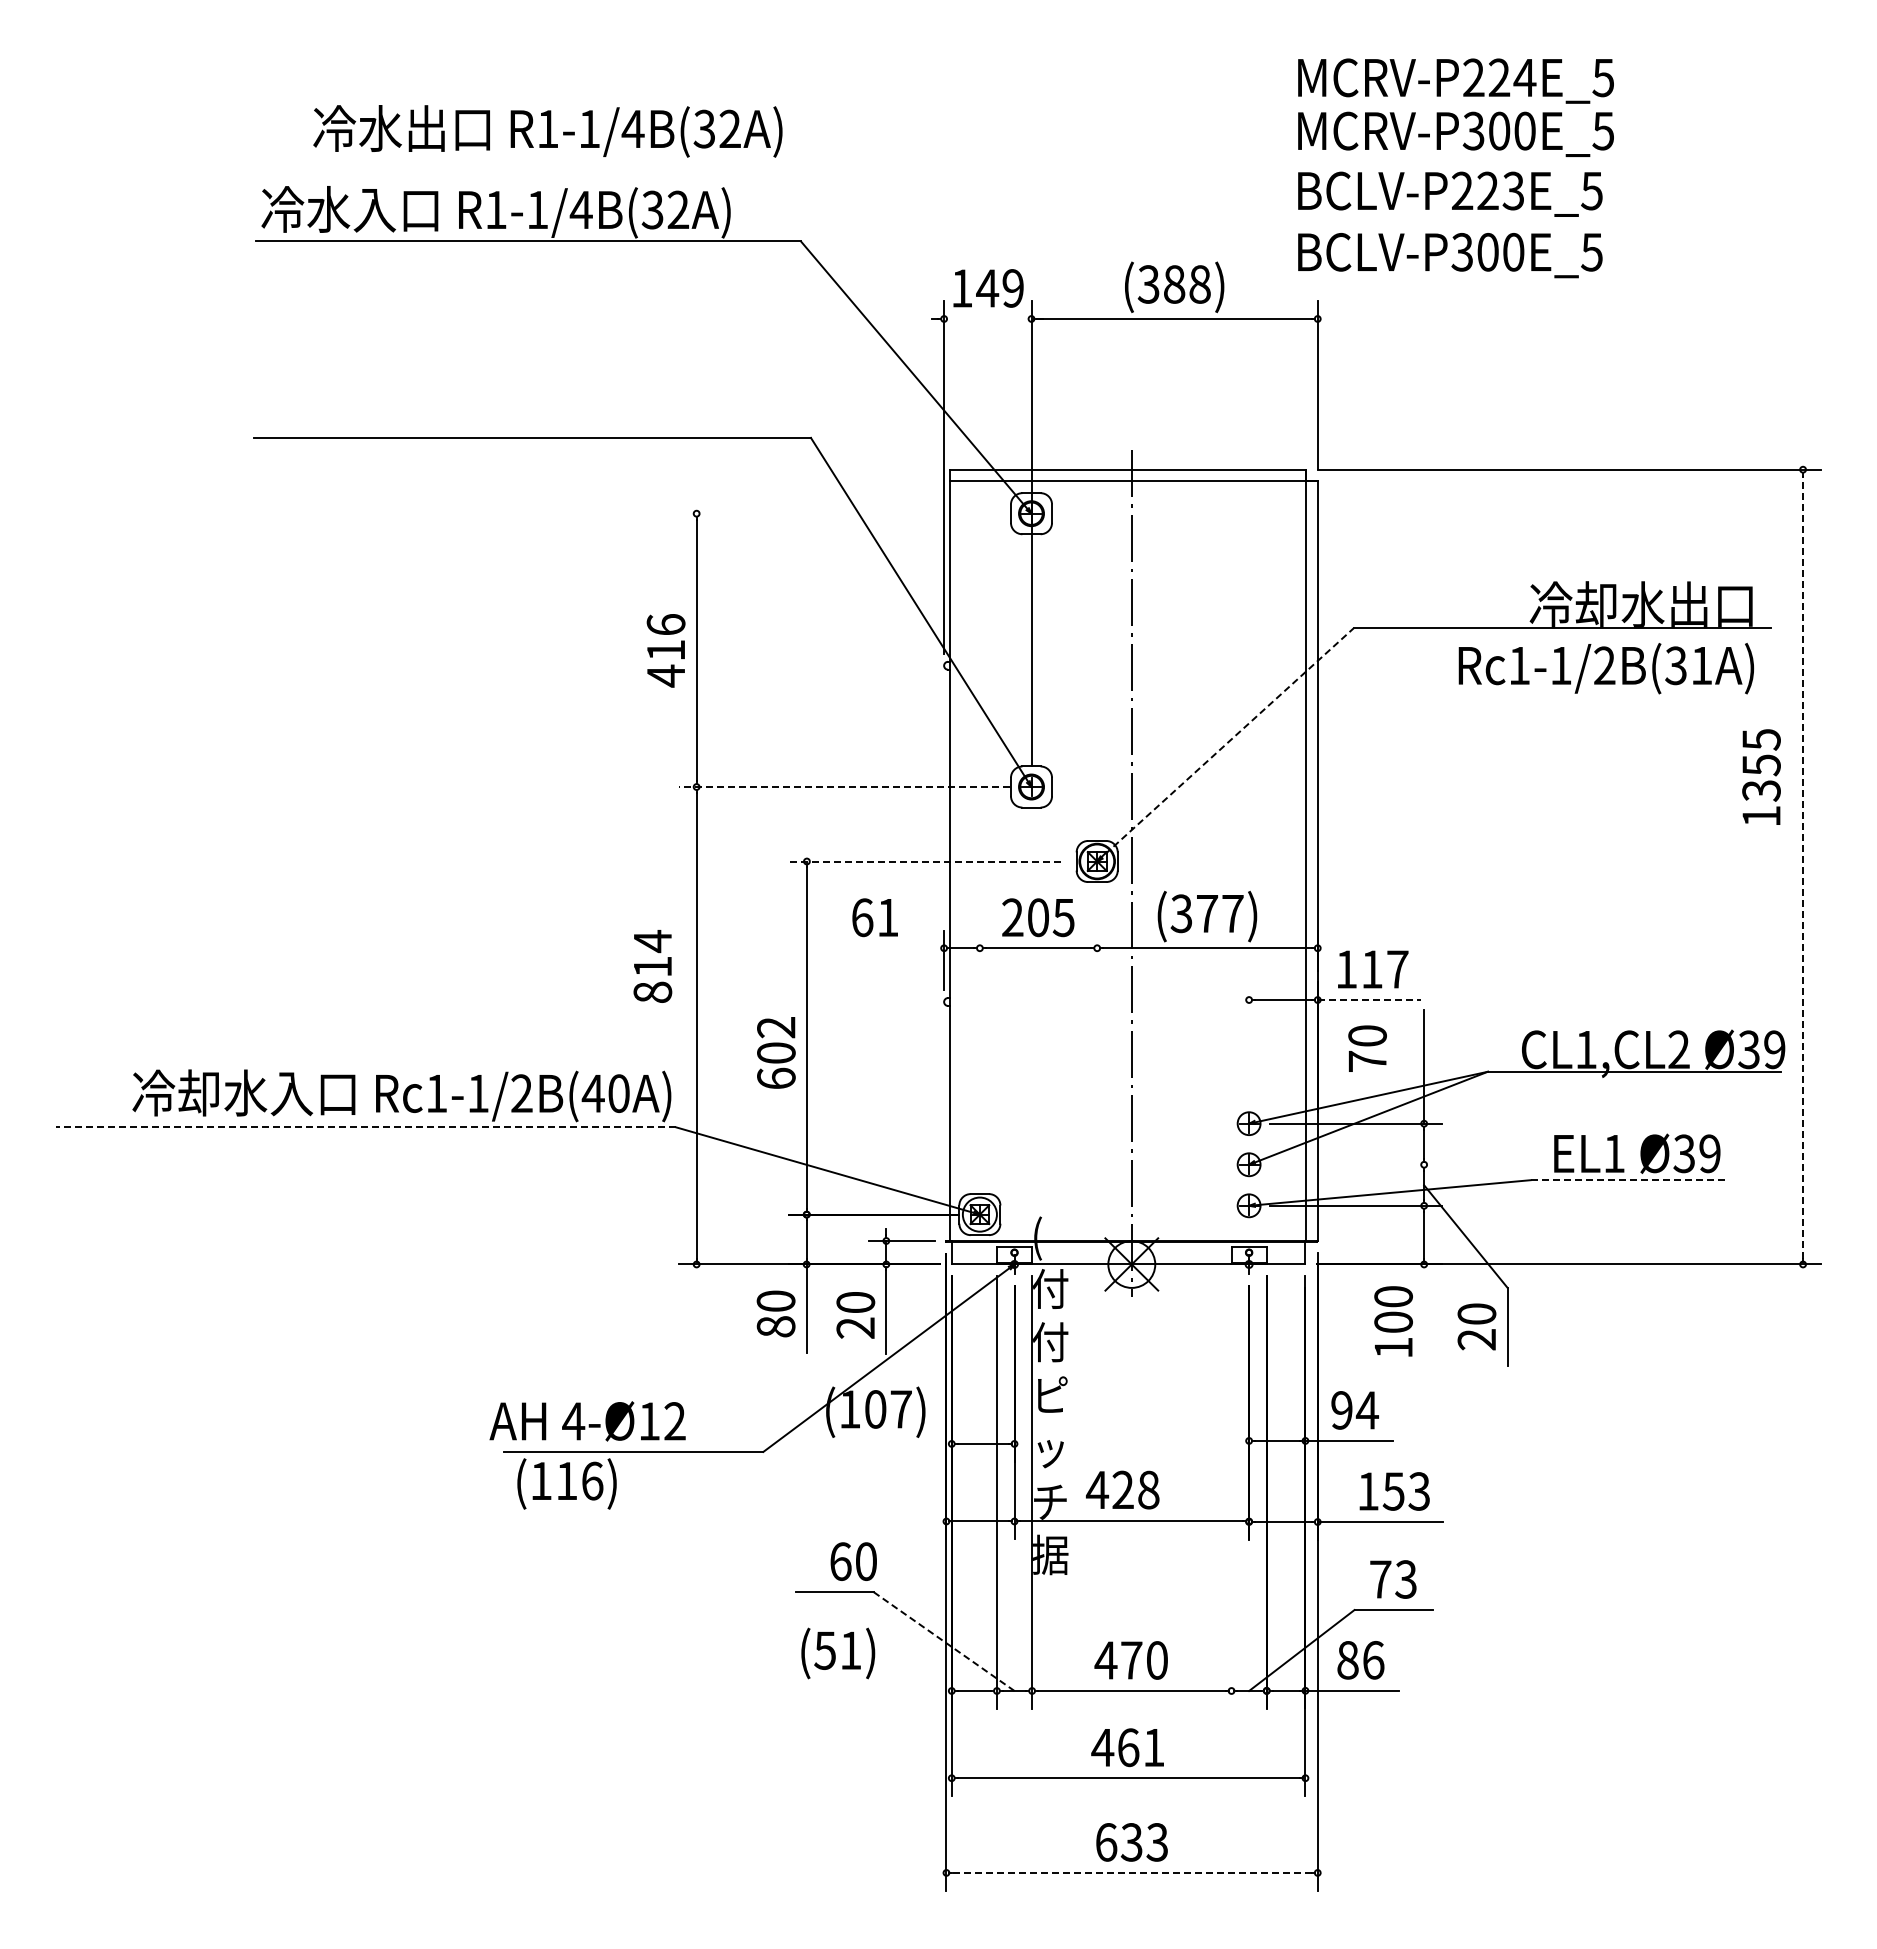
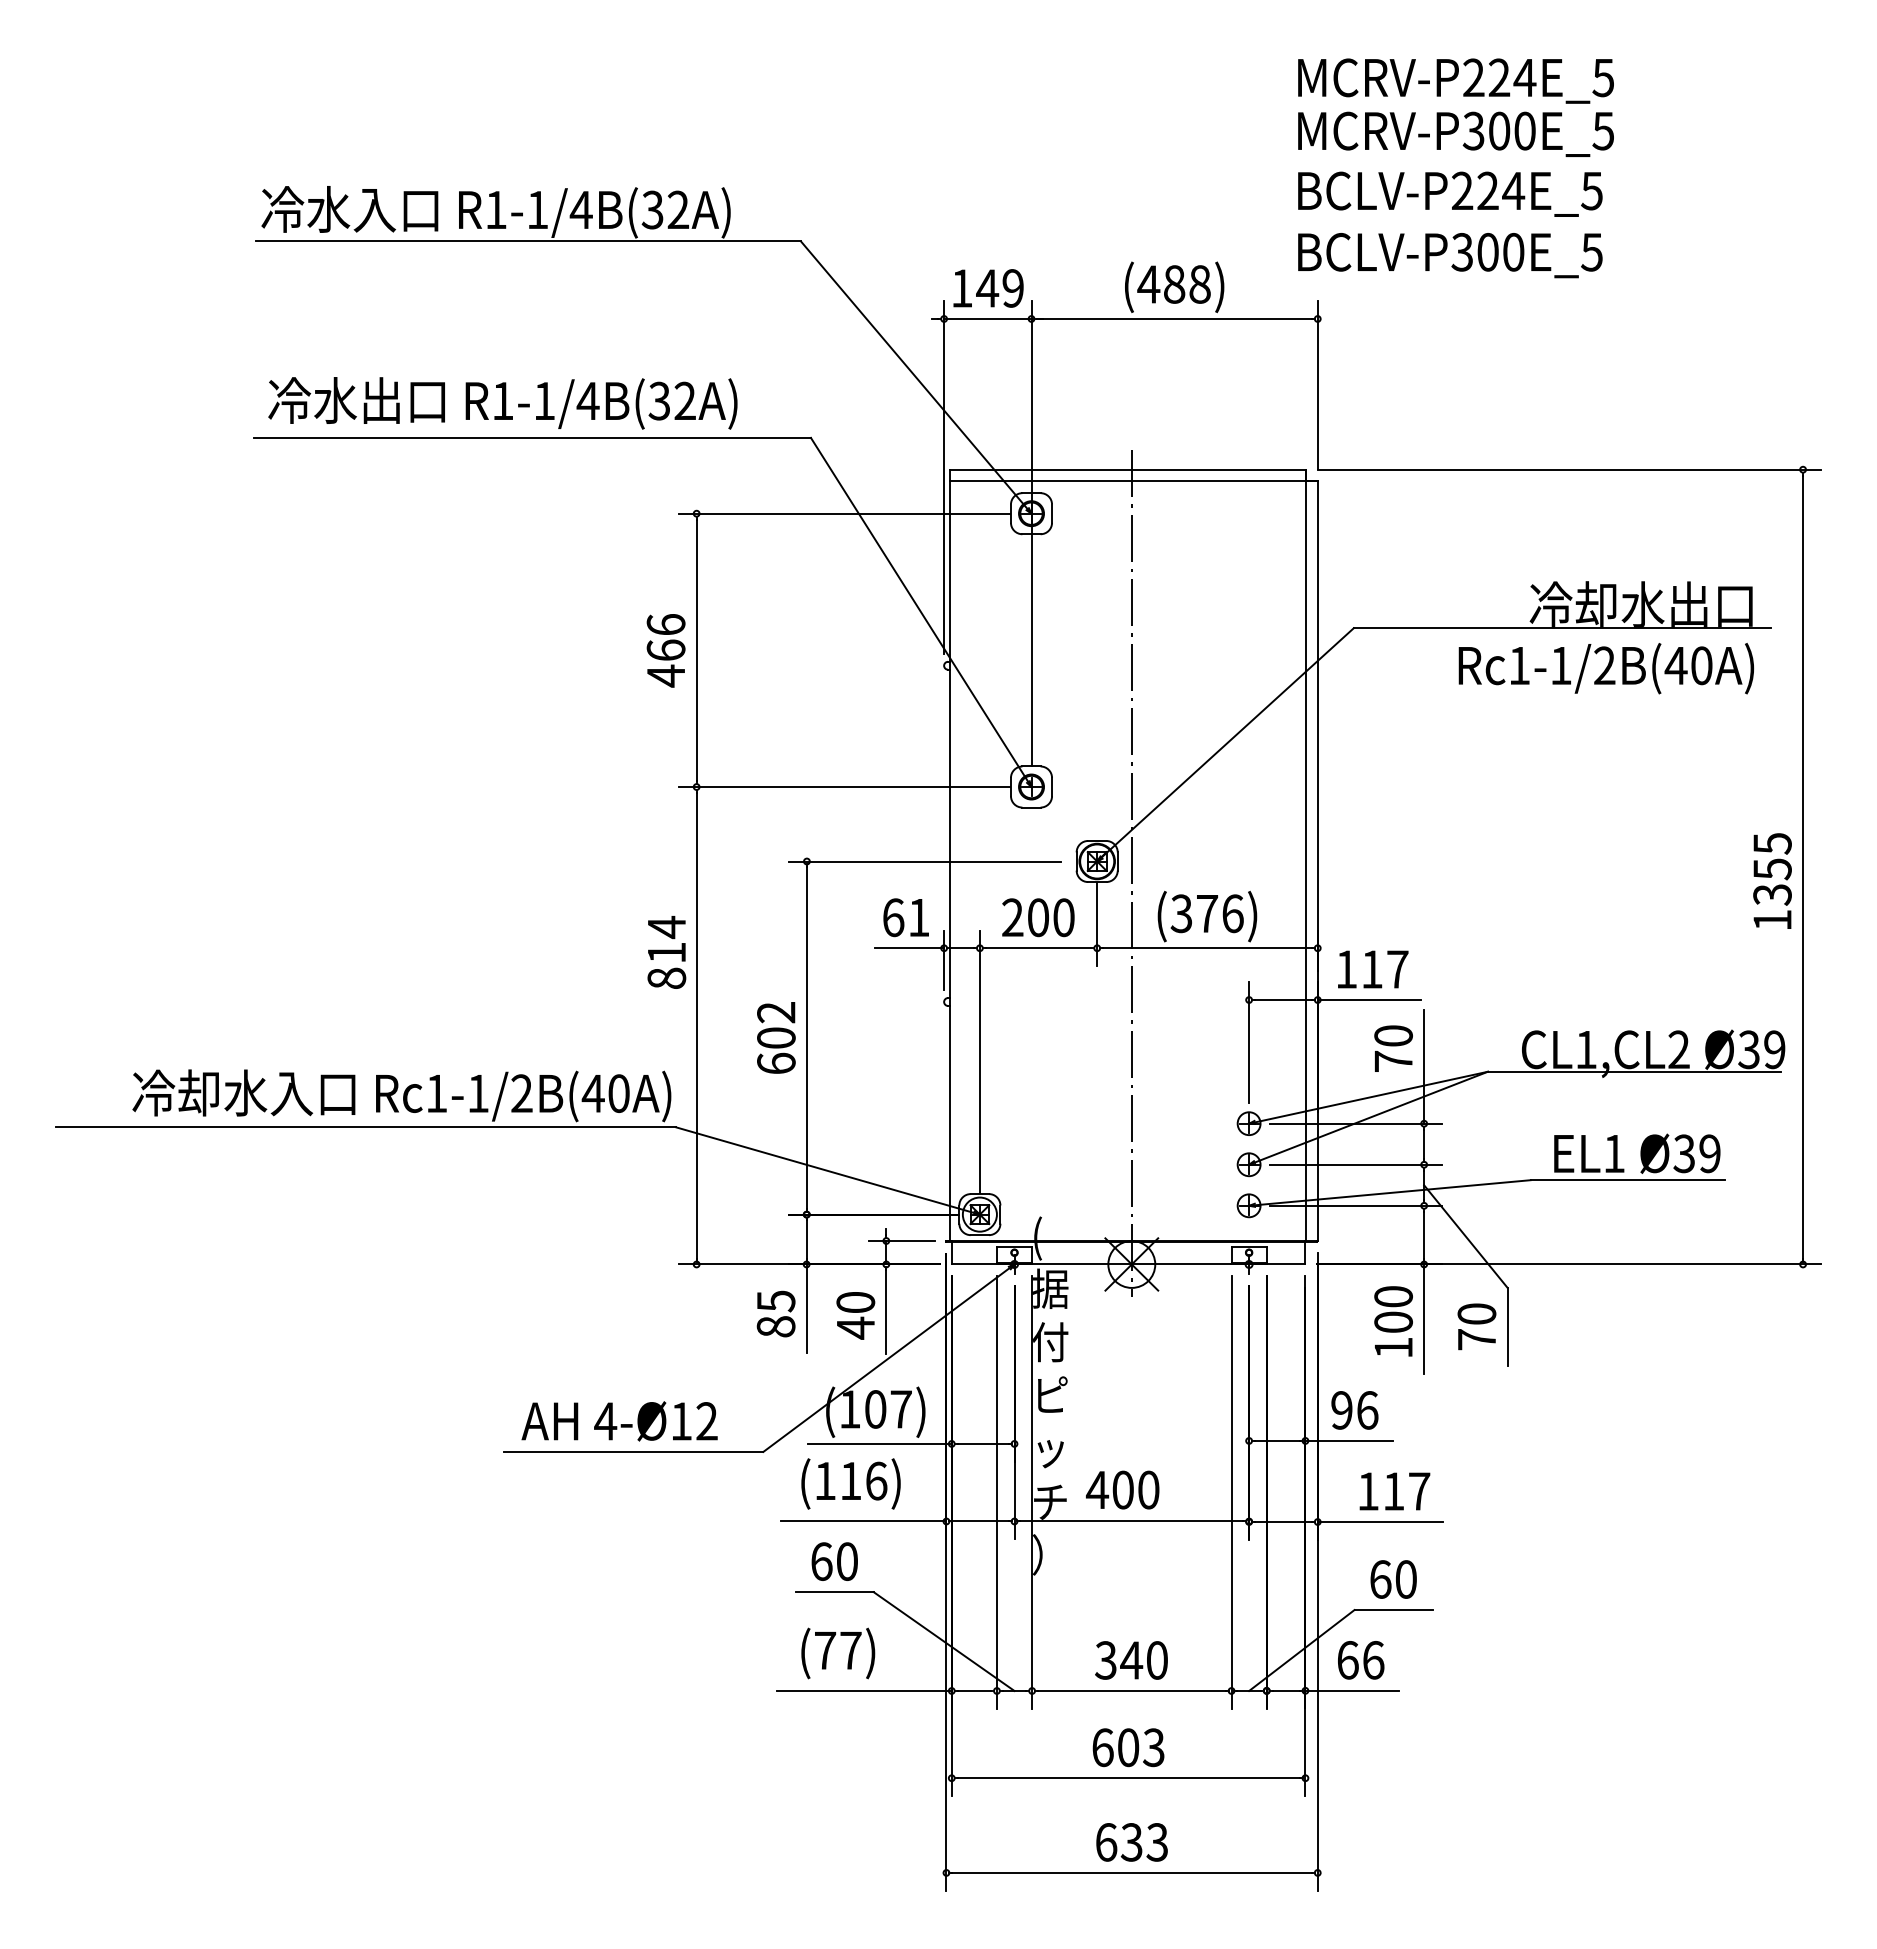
text at (547, 131) position: (547, 131) -> (502, 403)
text at (1513, 190): BCLV-P223E_5 -> BCLV-P224E_5
text at (1148, 284): (388) -> (488)
line at (987, 318): none -> present
line at (844, 513): none -> present
text at (665, 649): 416 -> 466
text at (1688, 665): Rc1-1/2B(31A) -> Rc1-1/2B(40A)
line at (1225, 744): dashed -> solid
text at (1761, 776) position: (1761, 776) -> (1772, 880)
line at (844, 787): dashed -> solid
line at (924, 861): dashed -> solid
line at (1803, 867): dashed -> solid
text at (1232, 913): (377) -> (376)
text at (874, 917) position: (874, 917) -> (905, 917)
text at (1063, 917): 205 -> 200
line at (1097, 923): none -> present
line at (909, 948): none -> present
text at (652, 966) position: (652, 966) -> (666, 952)
line at (1369, 1000): dashed -> solid
line at (1249, 1042): none -> present
text at (1367, 1048) position: (1367, 1048) -> (1393, 1048)
text at (776, 1052) position: (776, 1052) -> (776, 1037)
line at (979, 1061): none -> present
line at (366, 1127): dashed -> solid
line at (1355, 1164): none -> present
line at (1627, 1180): dashed -> solid
text at (1050, 1288): 付 -> 据
text at (775, 1301): 80 -> 85
line at (1424, 1319): none -> present
text at (855, 1327): 20 -> 40
text at (1476, 1339): 20 -> 70
text at (1366, 1410): 94 -> 96
text at (587, 1421) position: (587, 1421) -> (619, 1421)
line at (879, 1443): none -> present
text at (566, 1483) position: (566, 1483) -> (850, 1483)
text at (1135, 1489): 428 -> 400
text at (1406, 1491): 153 -> 117
line at (1231, 1492): none -> present
line at (863, 1521): none -> present
text at (1050, 1554): 据 -> ）
text at (853, 1561) position: (853, 1561) -> (834, 1561)
text at (1393, 1579): 73 -> 60
line at (944, 1641): dashed -> solid
text at (837, 1650): (51) -> (77)
text at (1118, 1660): 470 -> 340
text at (1347, 1660): 86 -> 66
line at (864, 1690): none -> present
text at (1127, 1747): 461 -> 603
line at (1132, 1872): dashed -> solid
